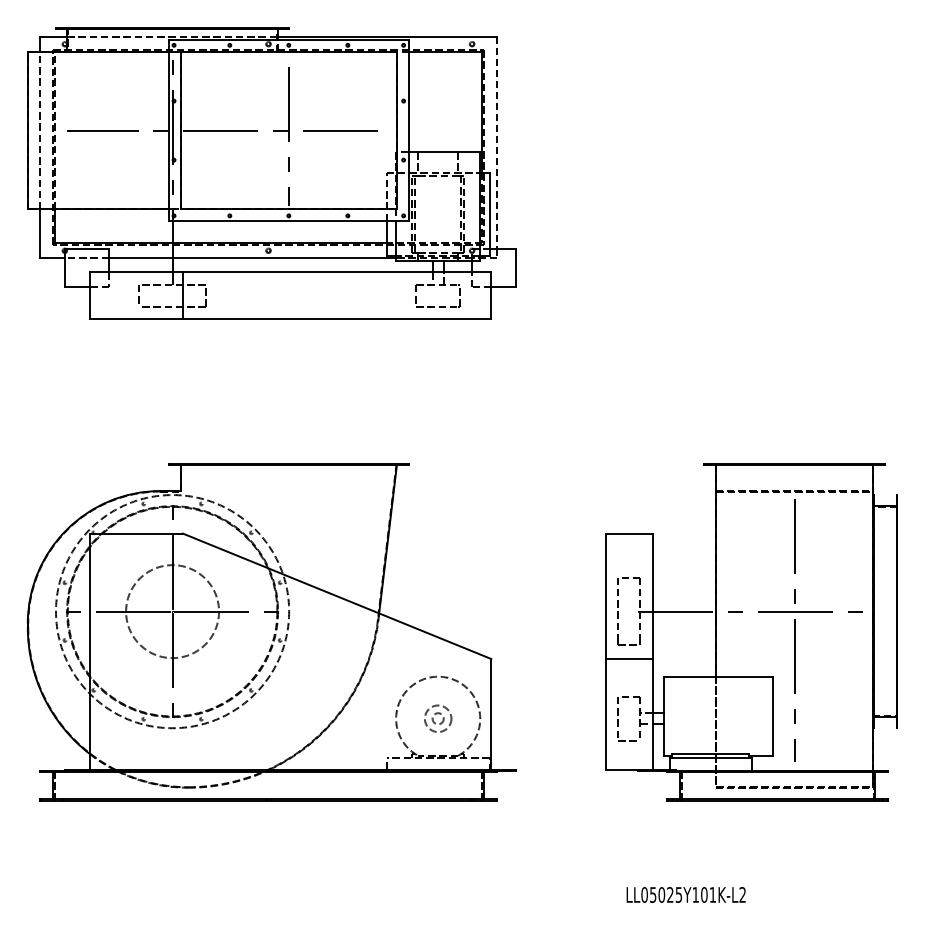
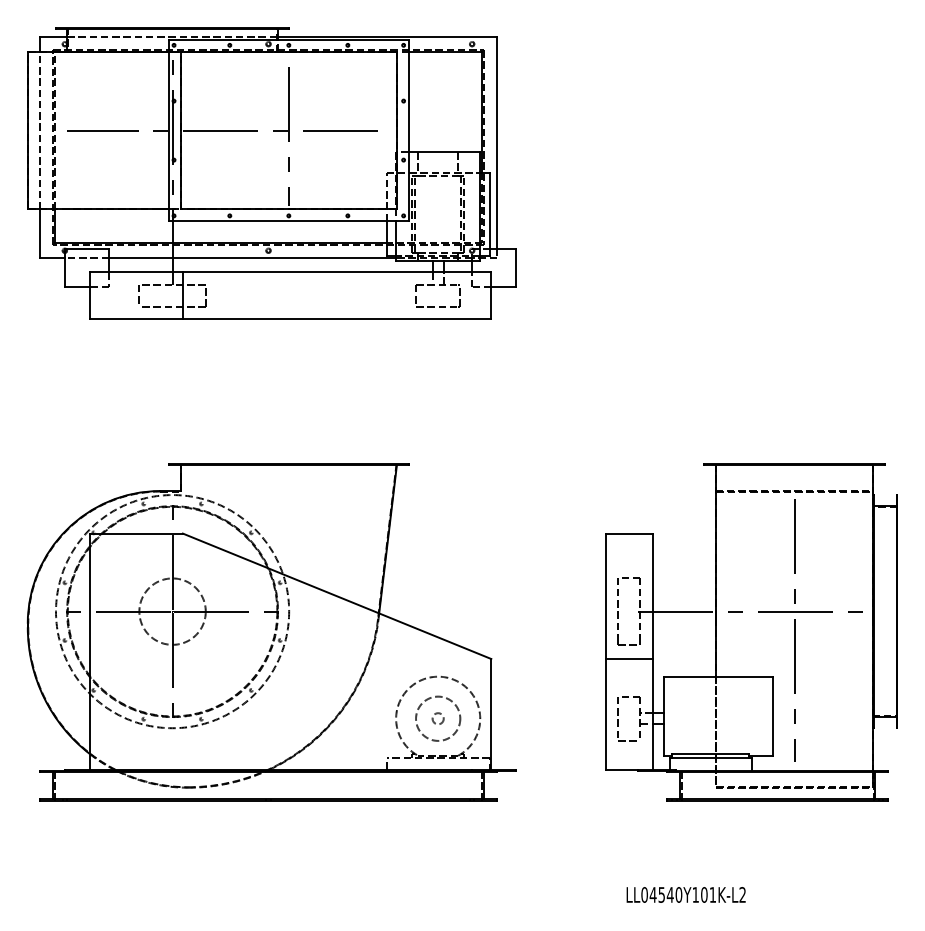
line at (497, 142): dashed -> solid
circle at (172, 611) diameter: 93 px -> 66 px
circle at (437, 718) diameter: 27 px -> 44 px
text at (665, 894): LL05025Y101K-L2 -> LL04540Y101K-L2
